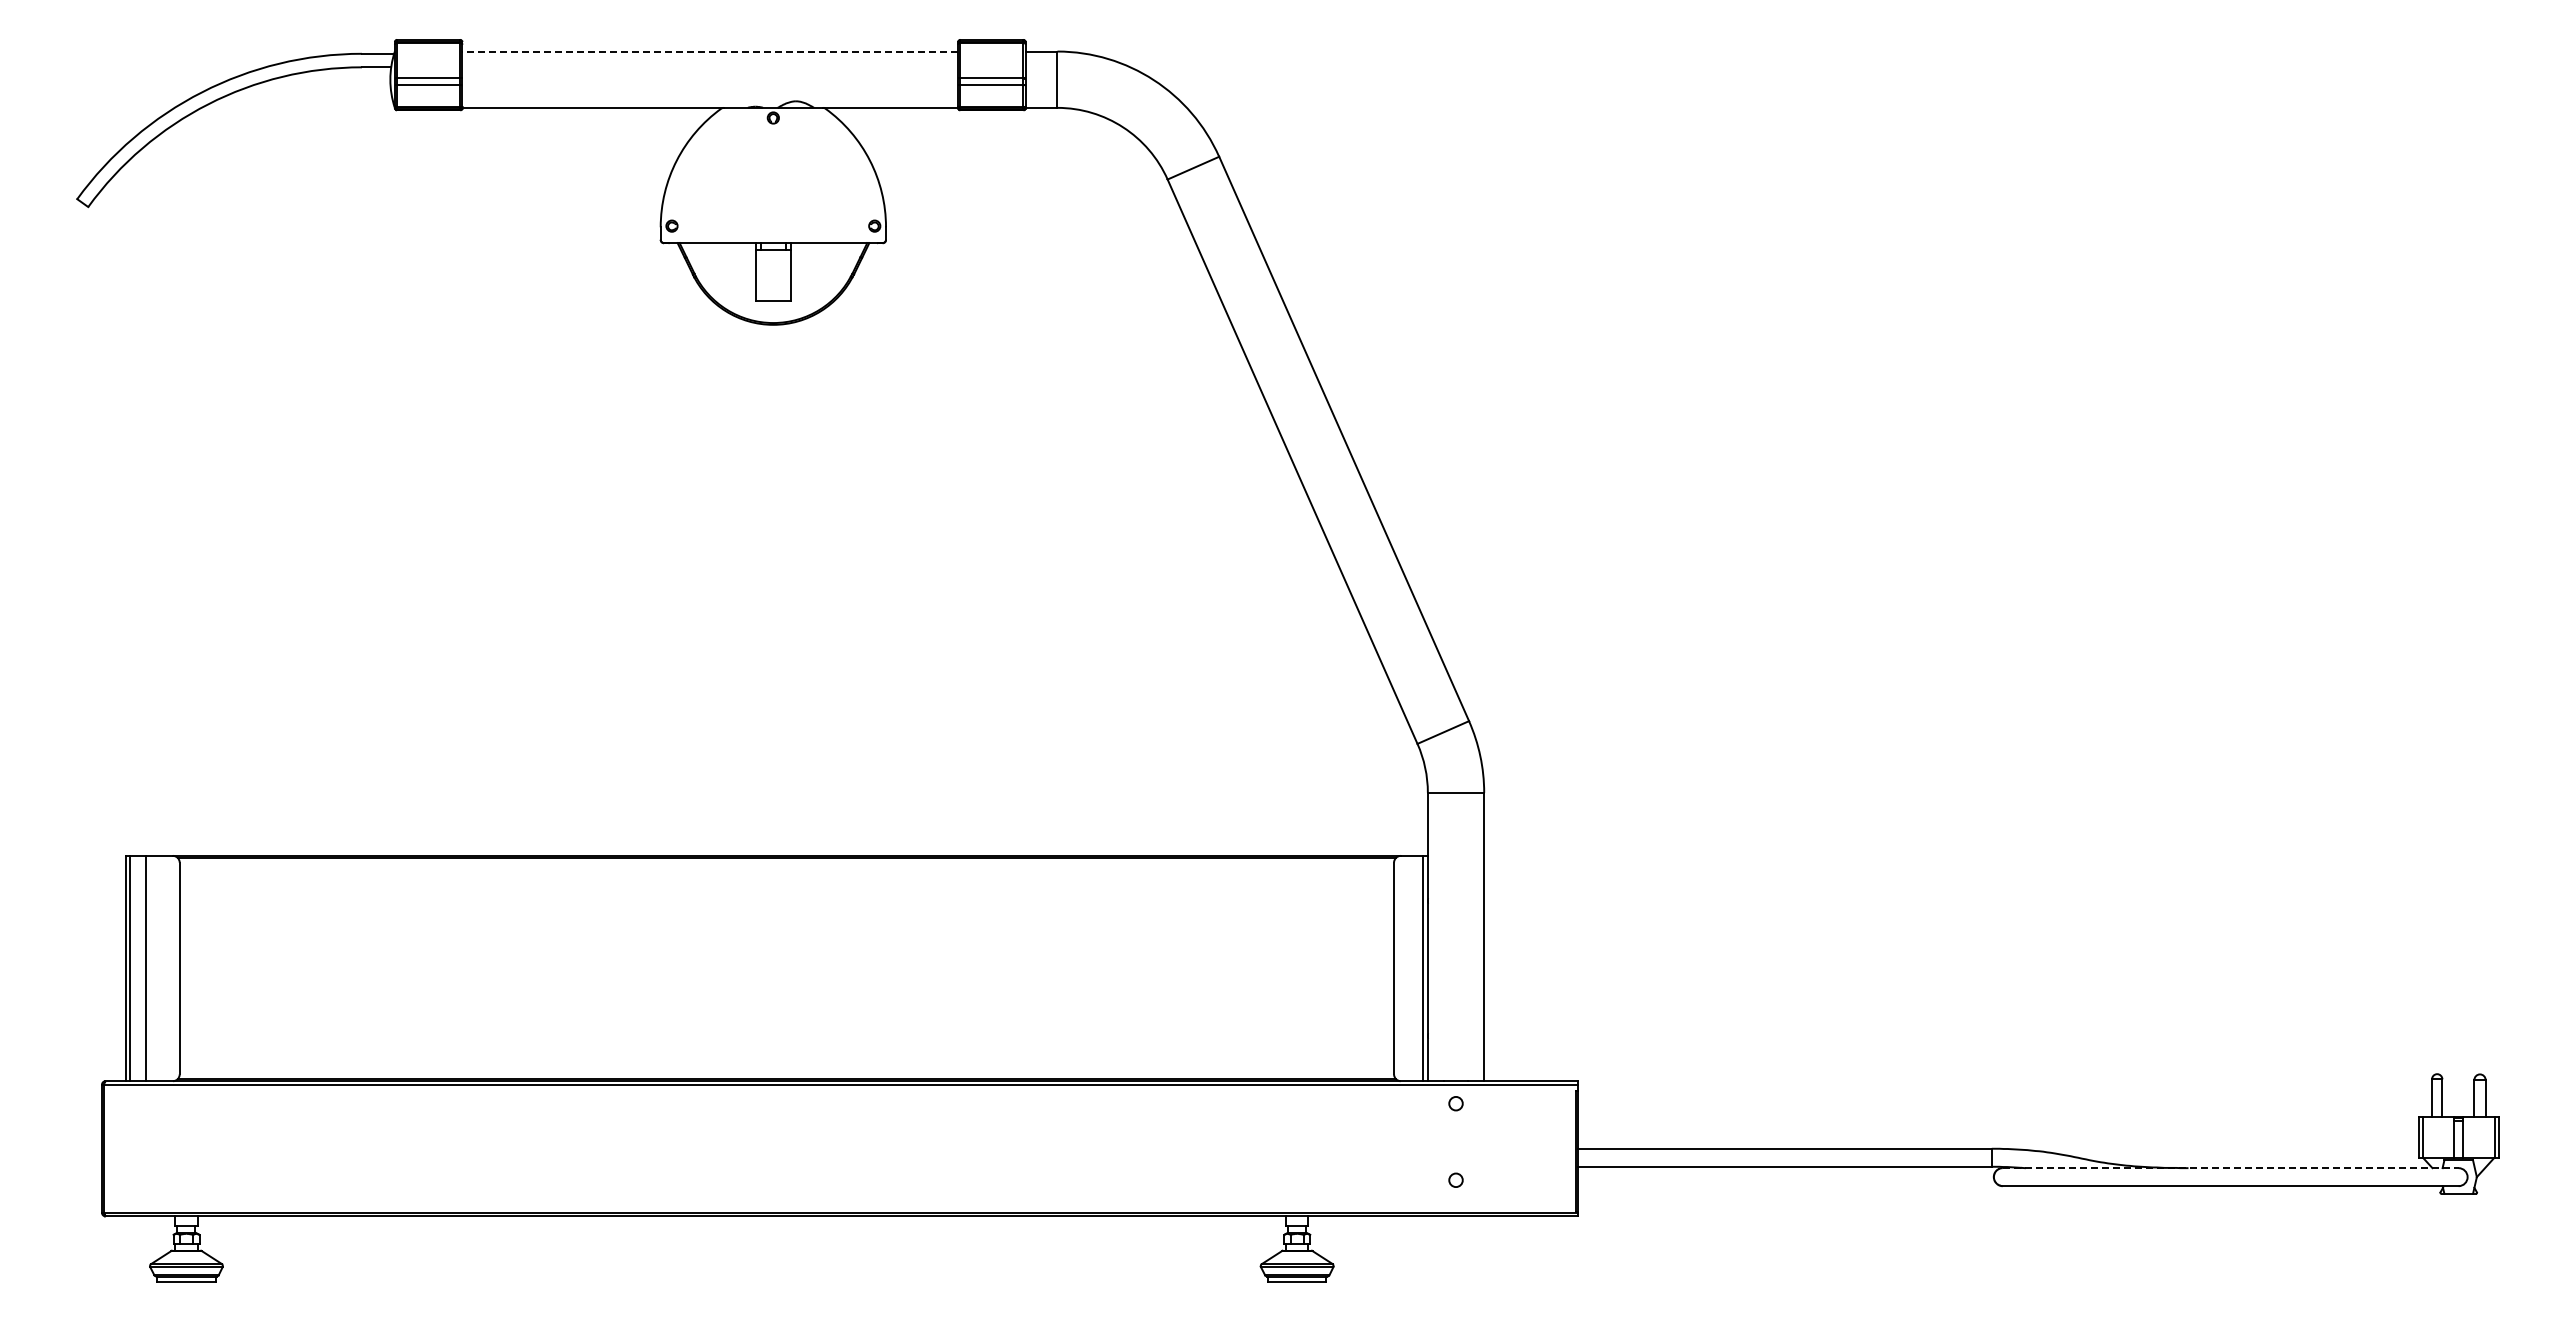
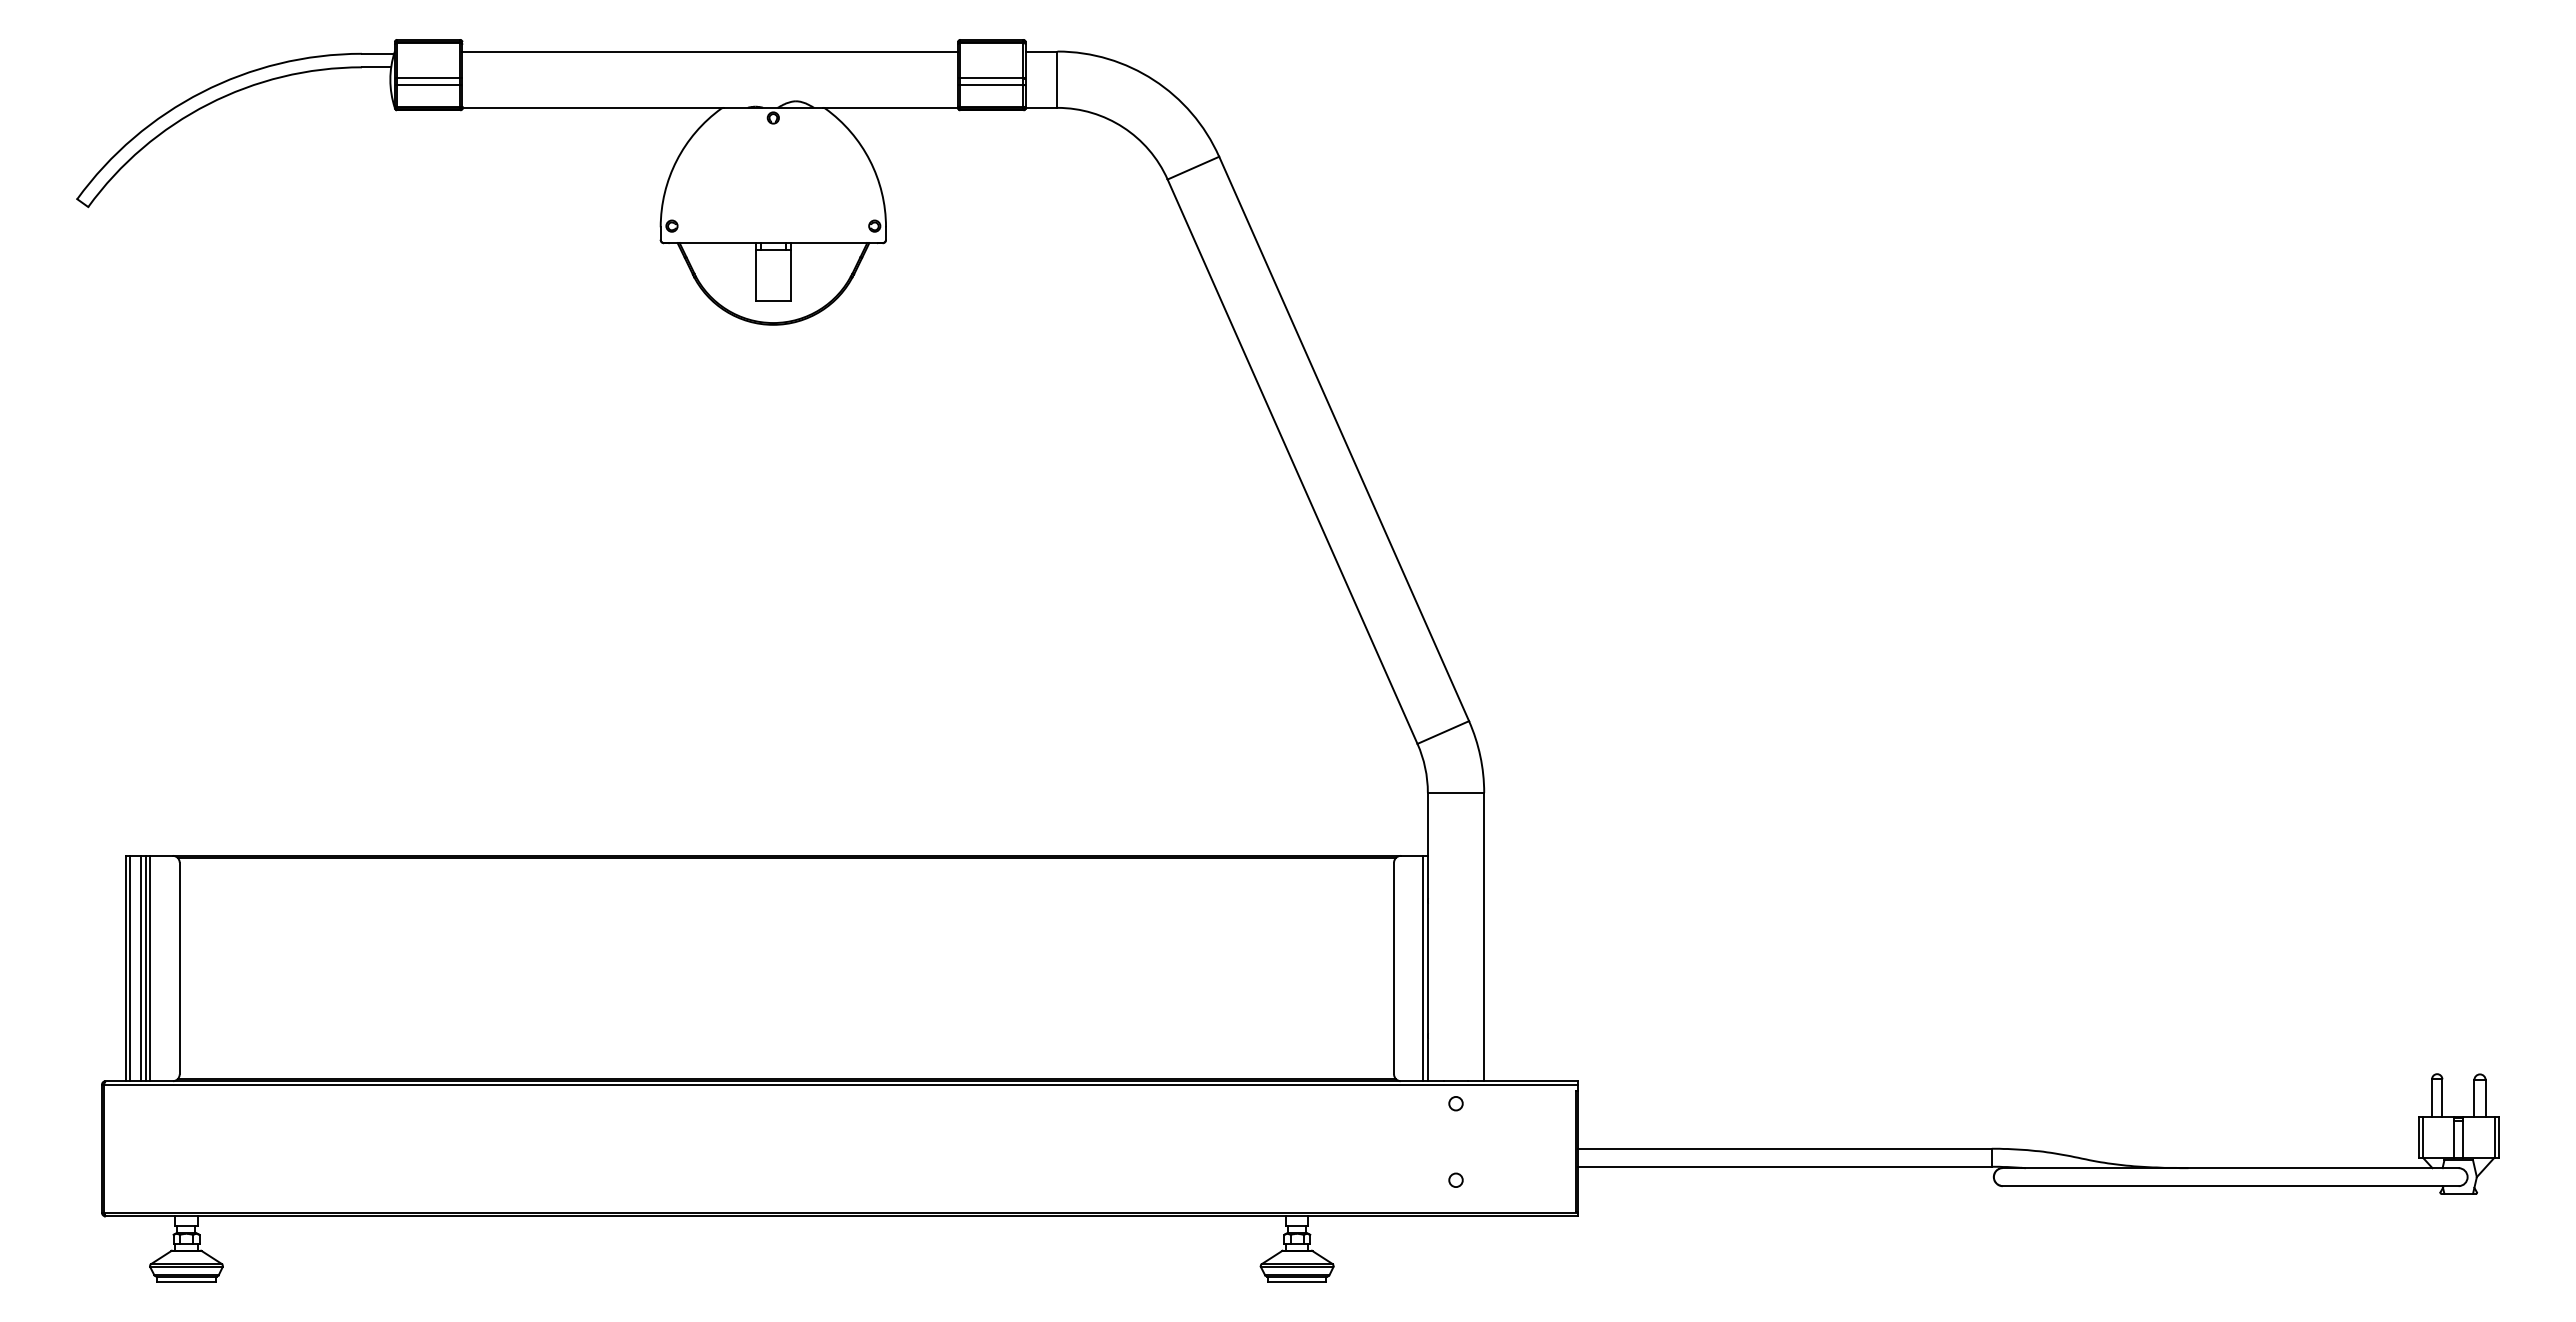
line at (710, 51): dashed -> solid
line at (141, 968): none -> present
line at (150, 968): none -> present
line at (2230, 1168): dashed -> solid
